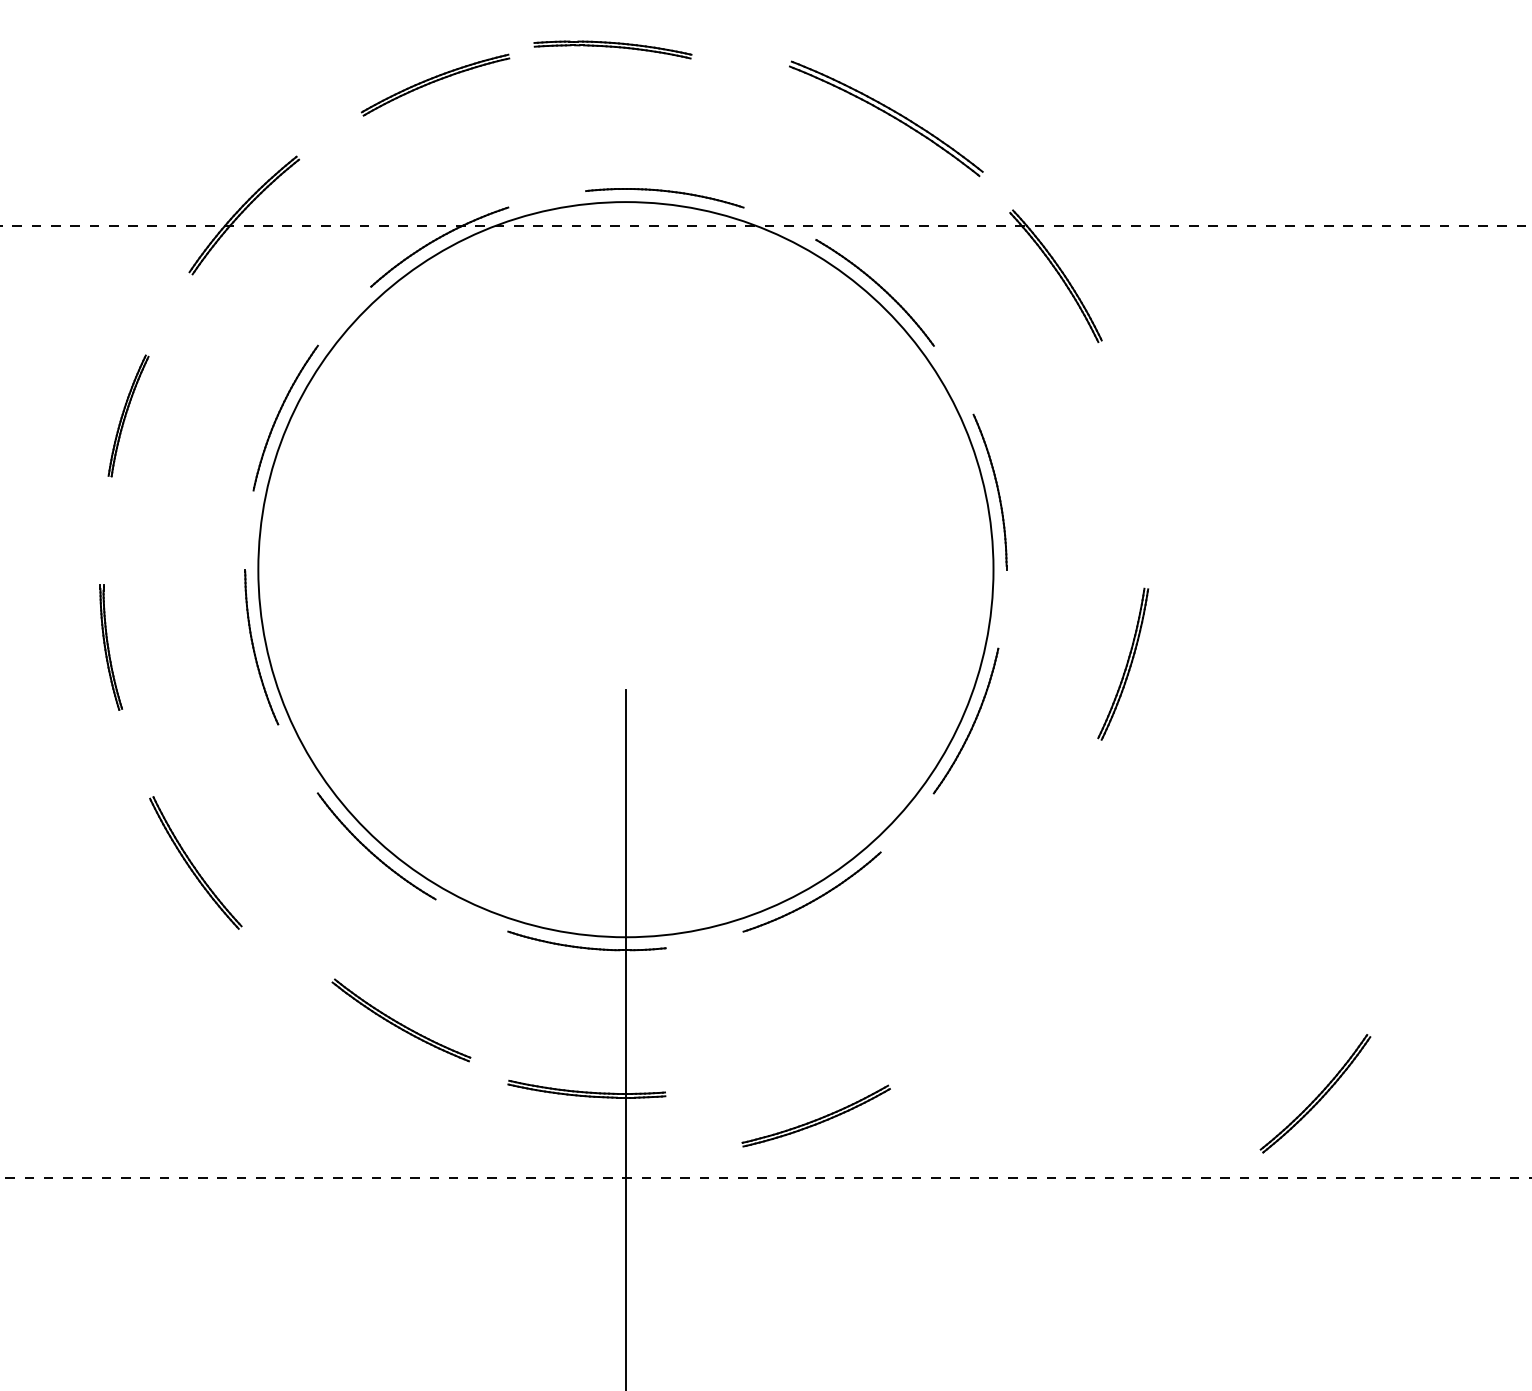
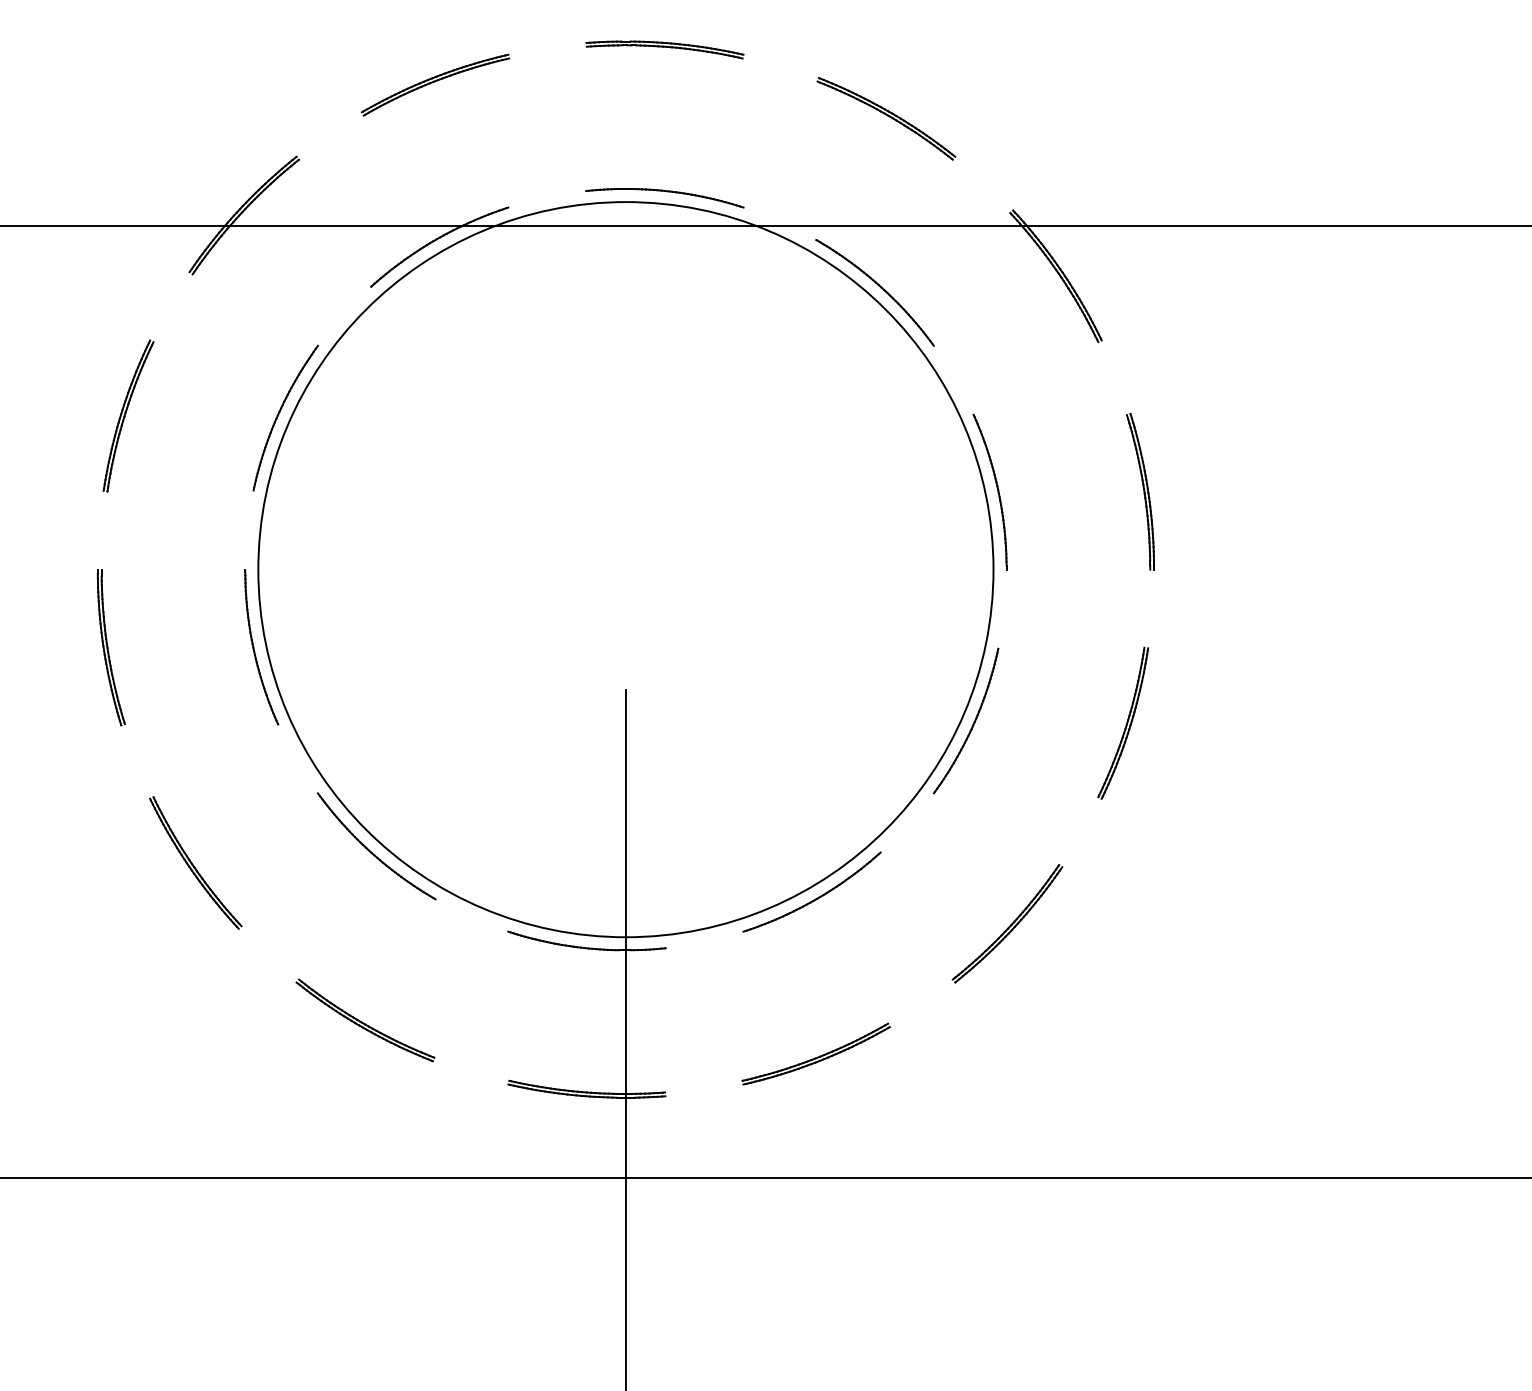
part at (612, 49) position: (612, 49) -> (664, 49)
part at (886, 118) size: 195x118 px -> 141x84 px
line at (766, 226): dashed -> solid
part at (128, 415) size: 43x124 px -> 53x154 px
part at (1140, 491): none -> present
part at (111, 647) size: 25x127 px -> 30x158 px
part at (1123, 663) position: (1123, 663) -> (1123, 722)
part at (401, 1020) position: (401, 1020) -> (365, 1020)
part at (1315, 1093) position: (1315, 1093) -> (1007, 923)
part at (815, 1115) position: (815, 1115) -> (815, 1053)
line at (765, 1178): dashed -> solid
